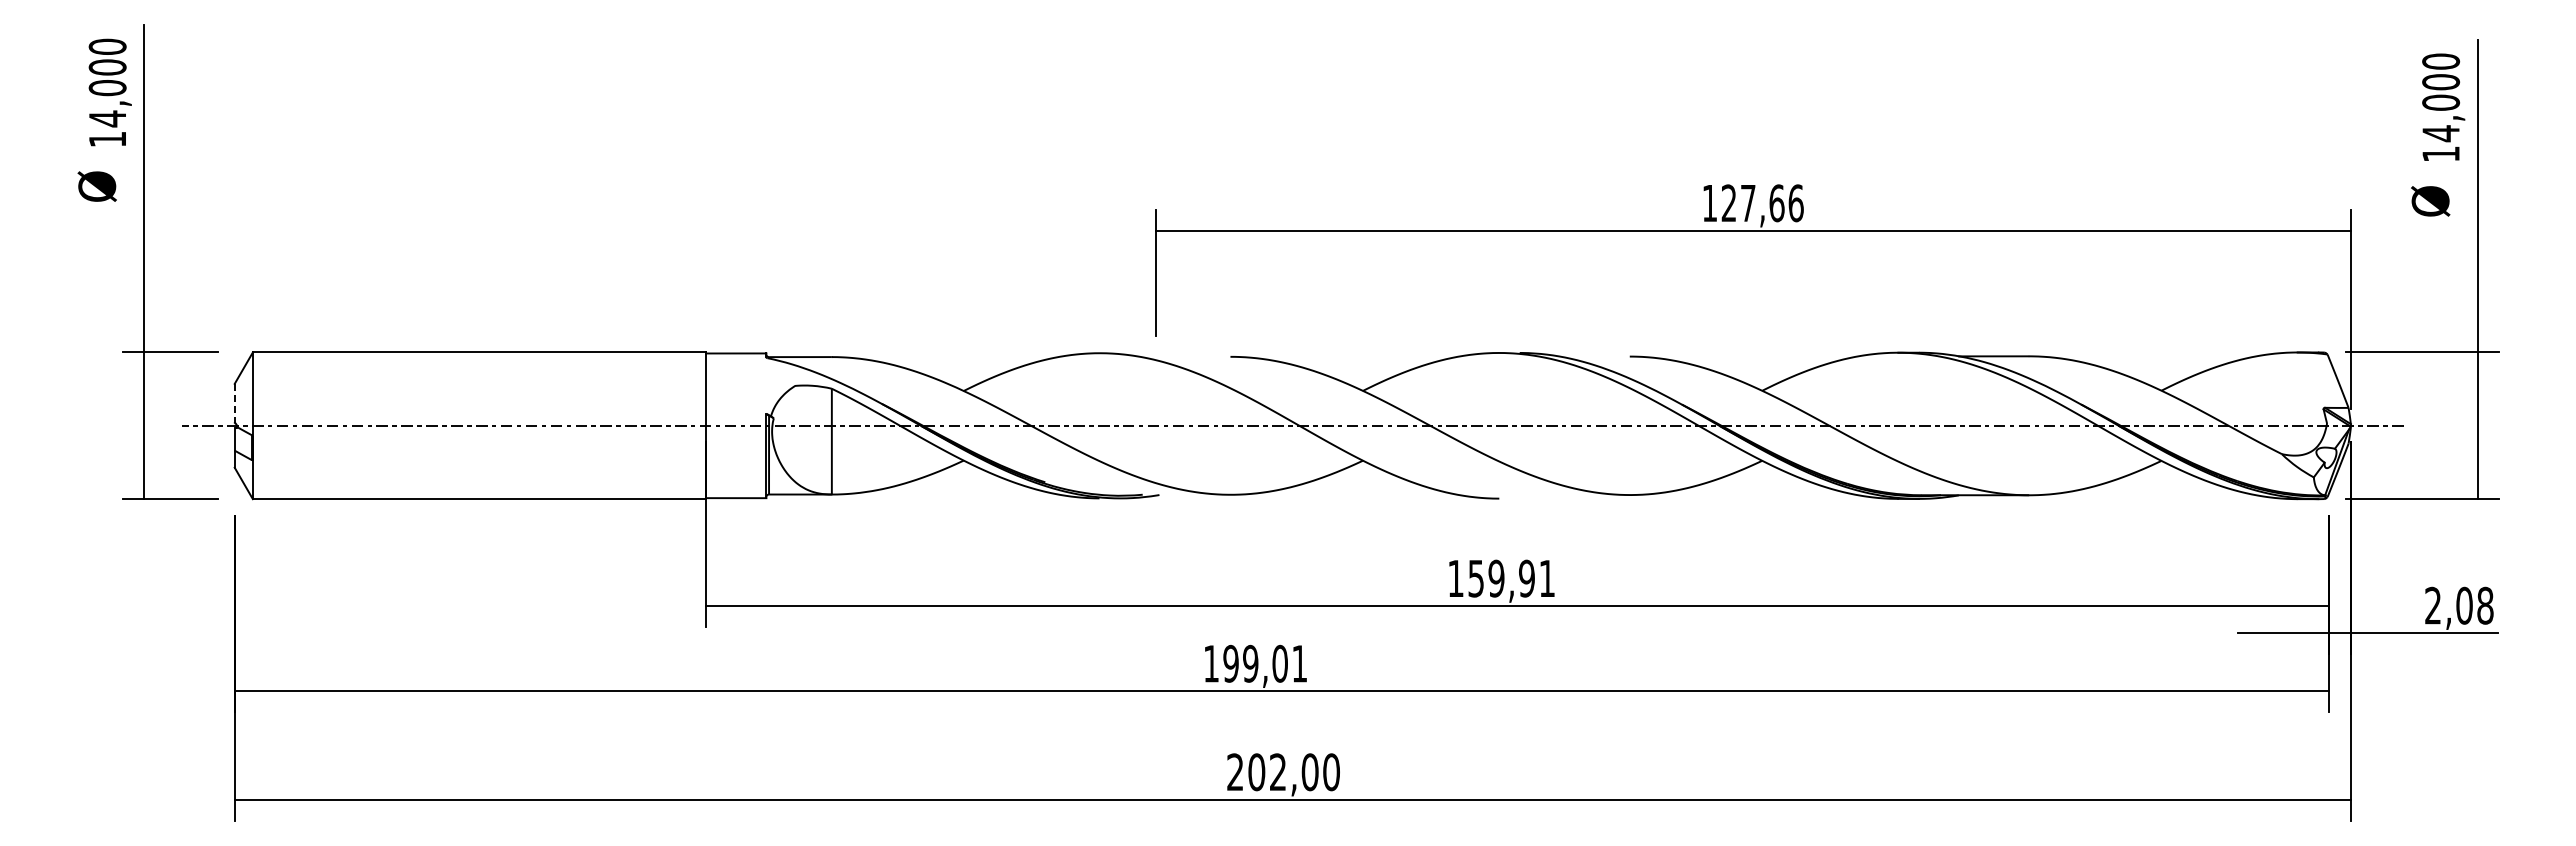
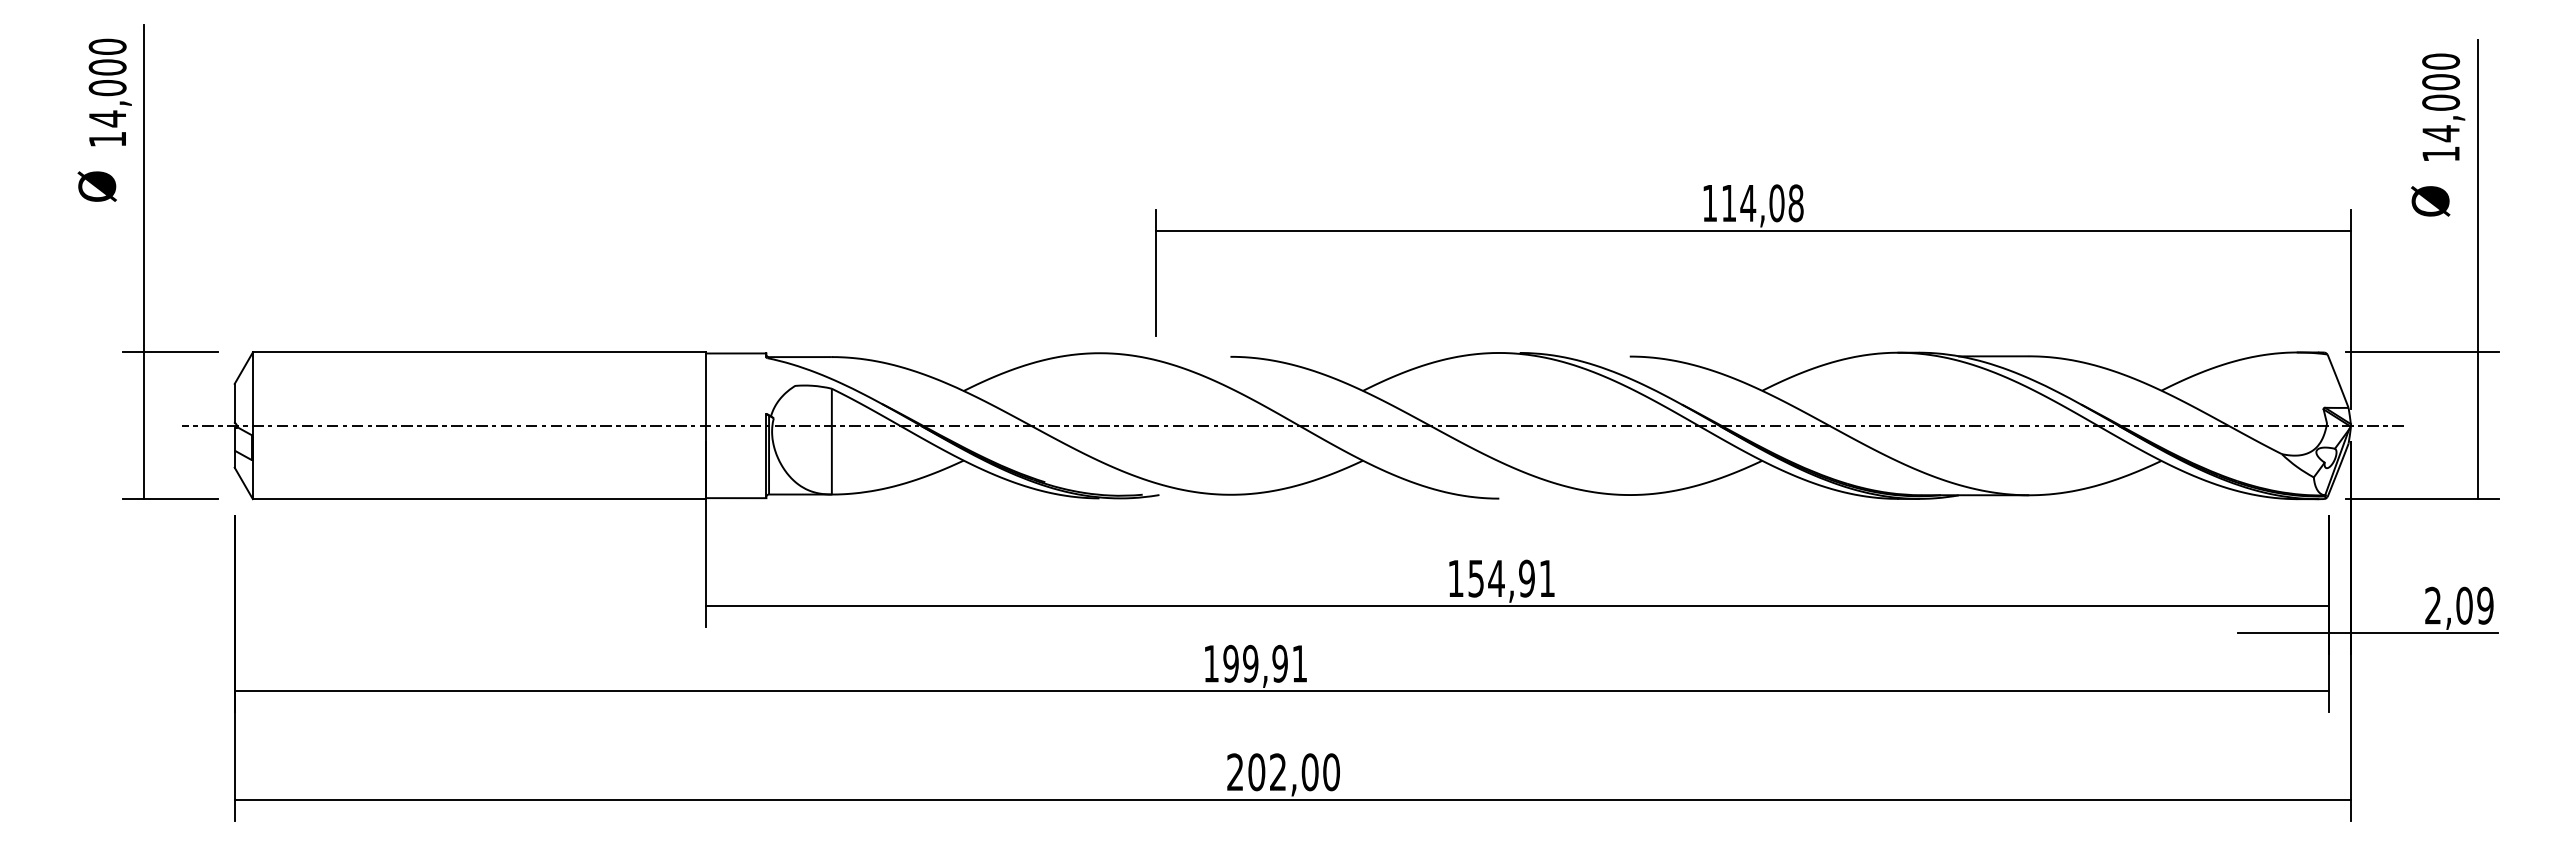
text at (1762, 203): 127,66 -> 114,08
line at (234, 403): dashed -> solid
text at (1496, 578): 159,91 -> 154,91
text at (2485, 605): 2,08 -> 2,09
text at (1279, 663): 199,01 -> 199,91
